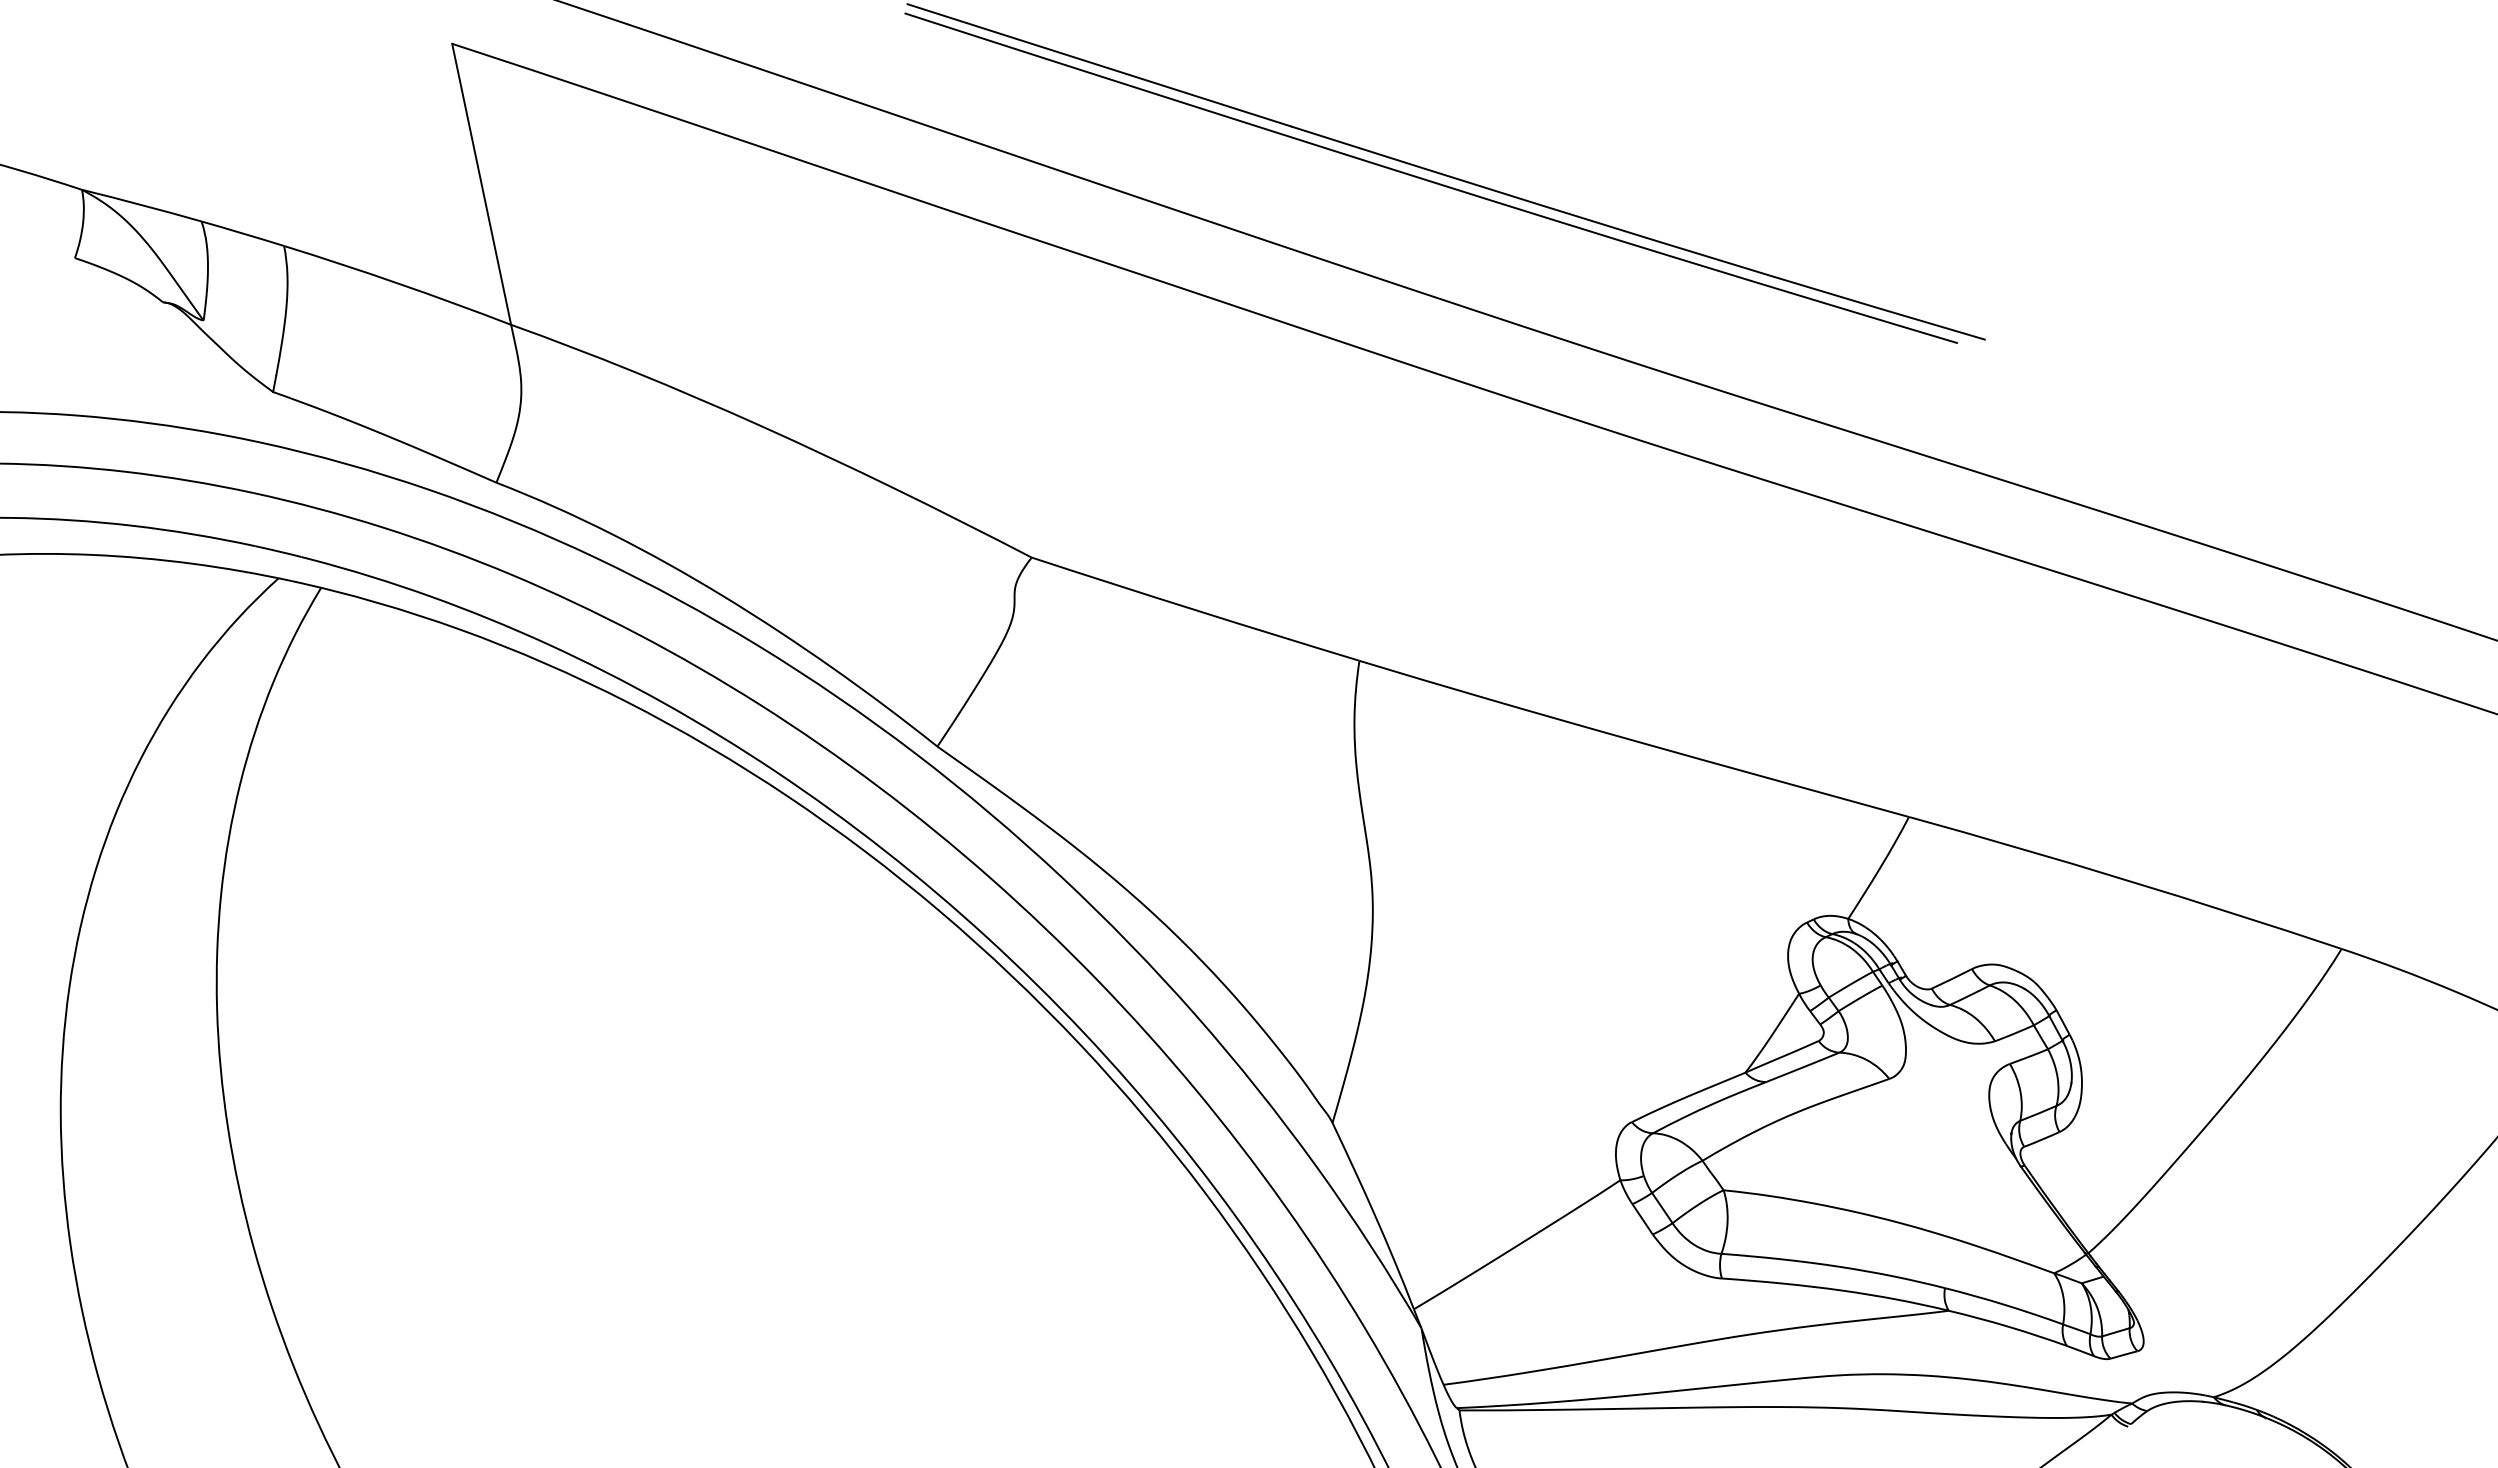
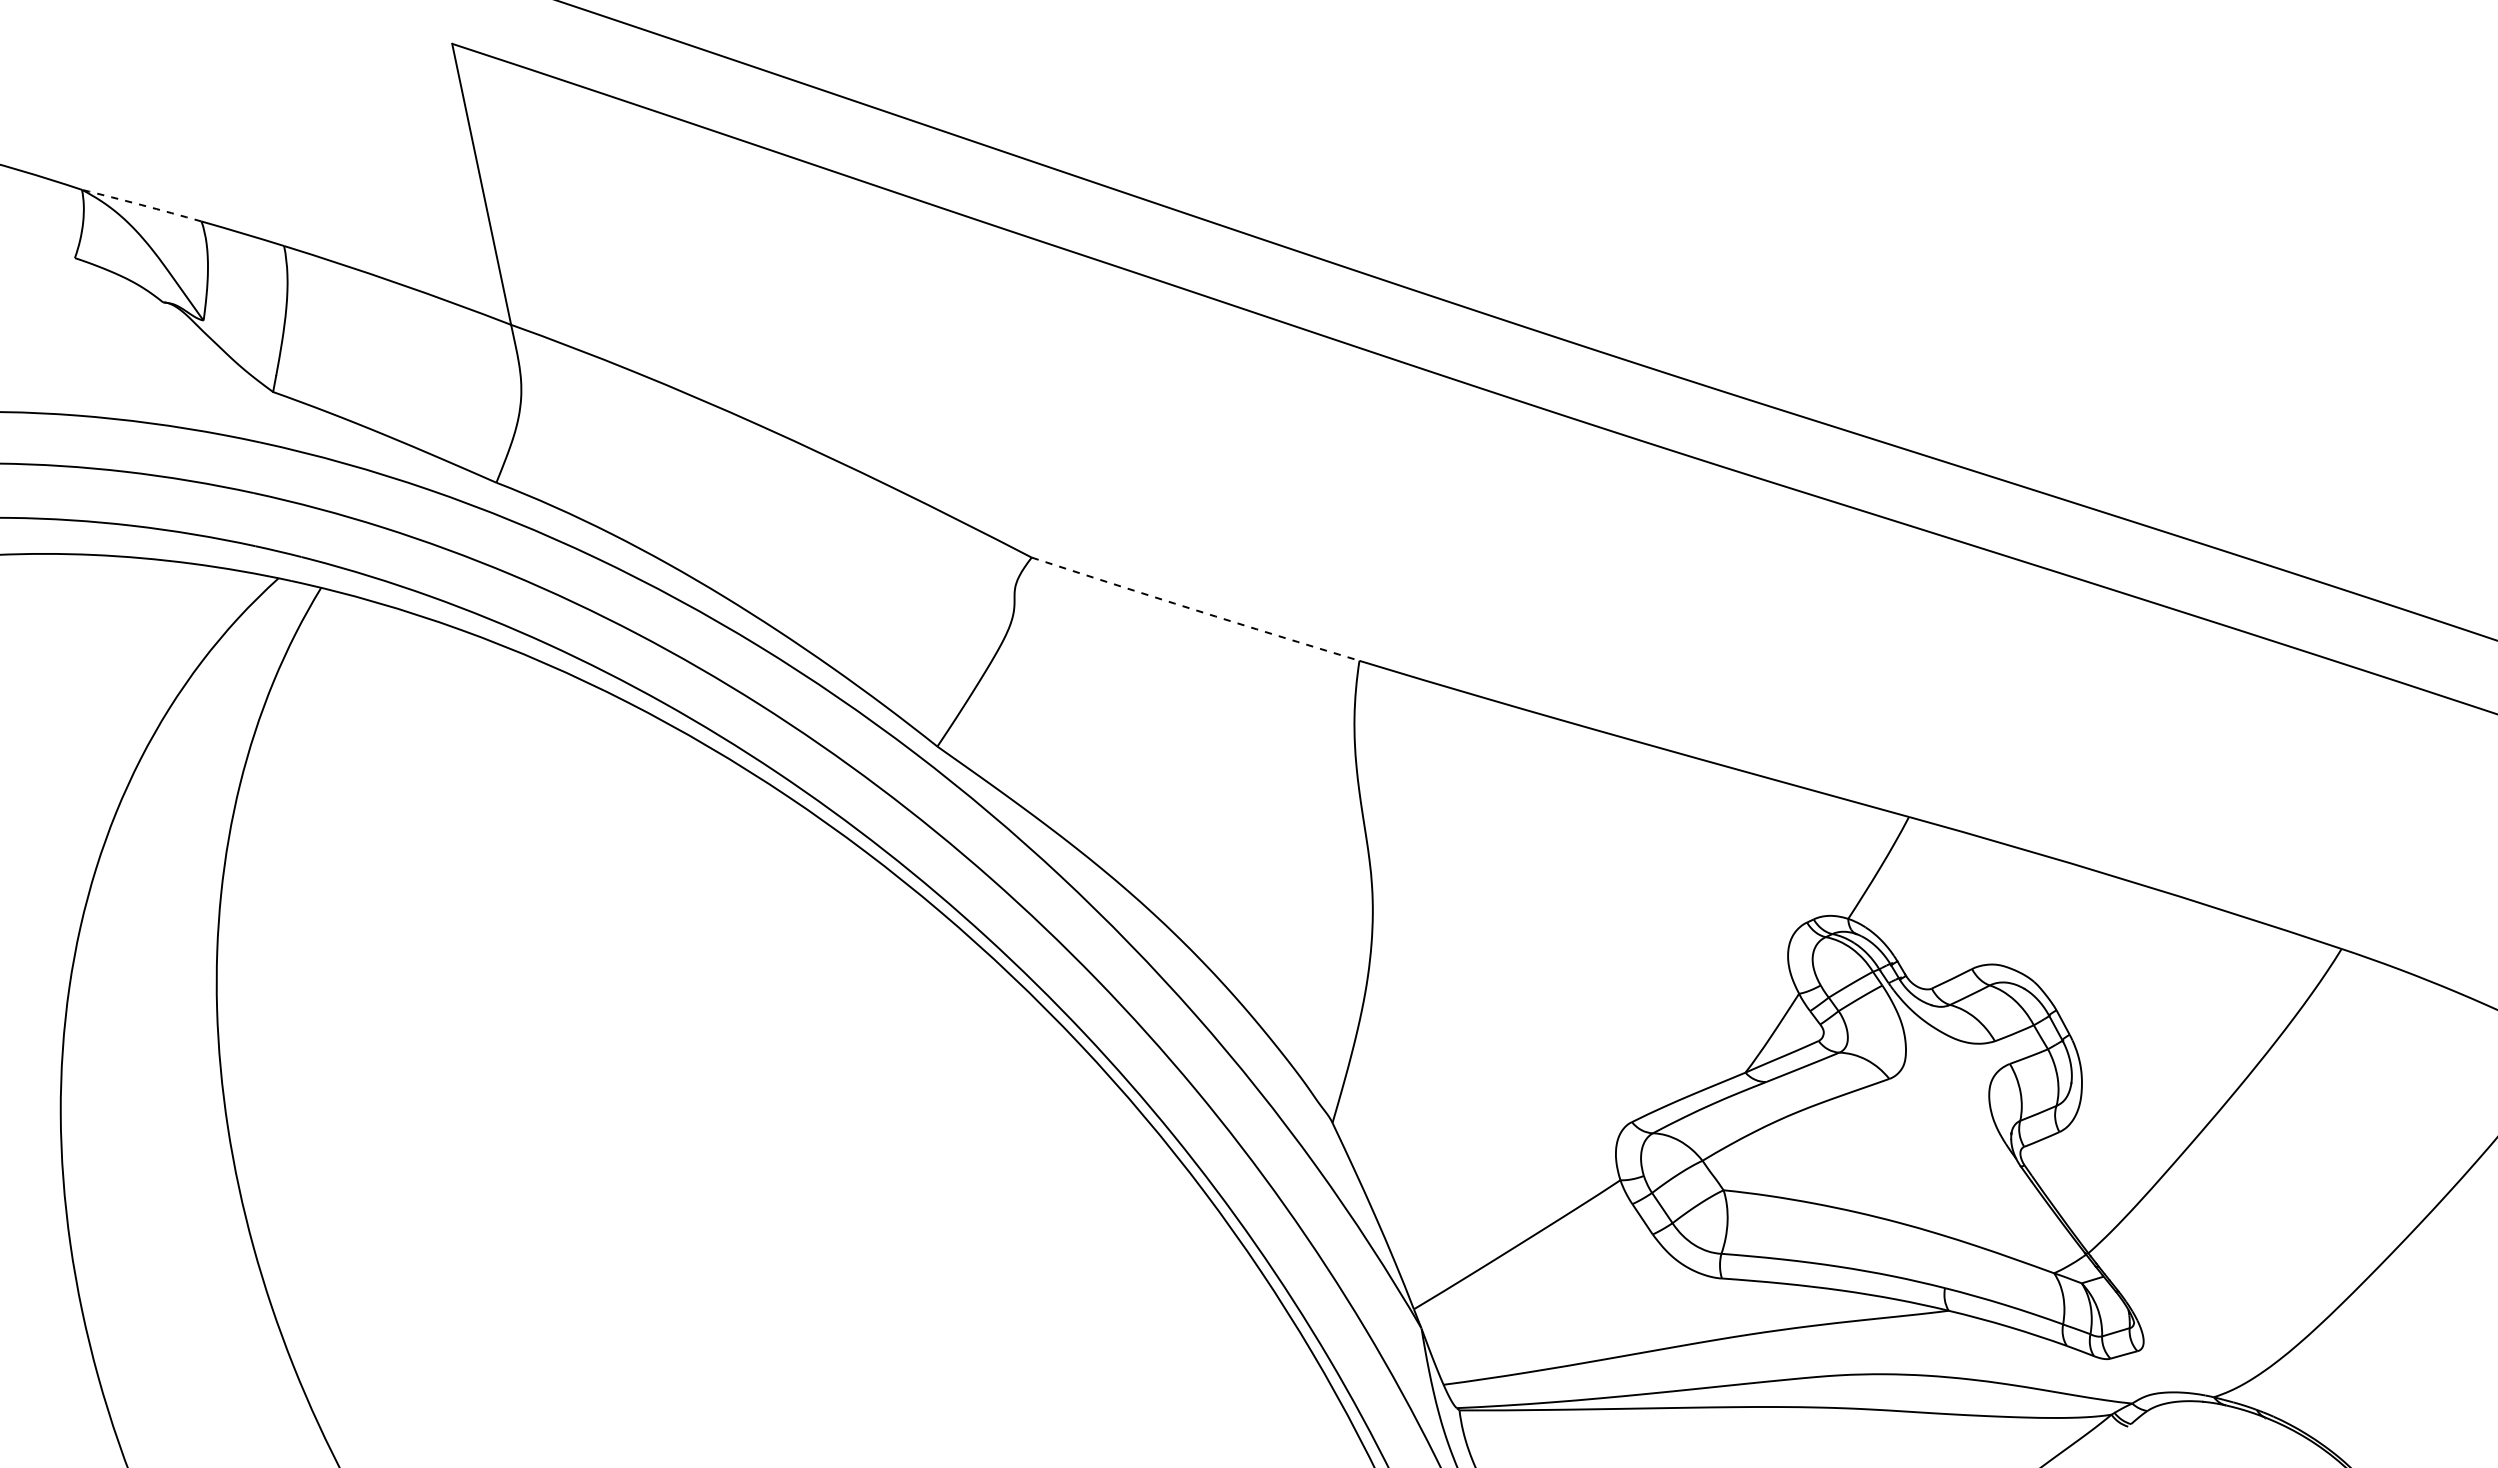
part at (1444, 173): present -> none
arc at (141, 205): solid -> dashed
arc at (1195, 610): solid -> dashed
